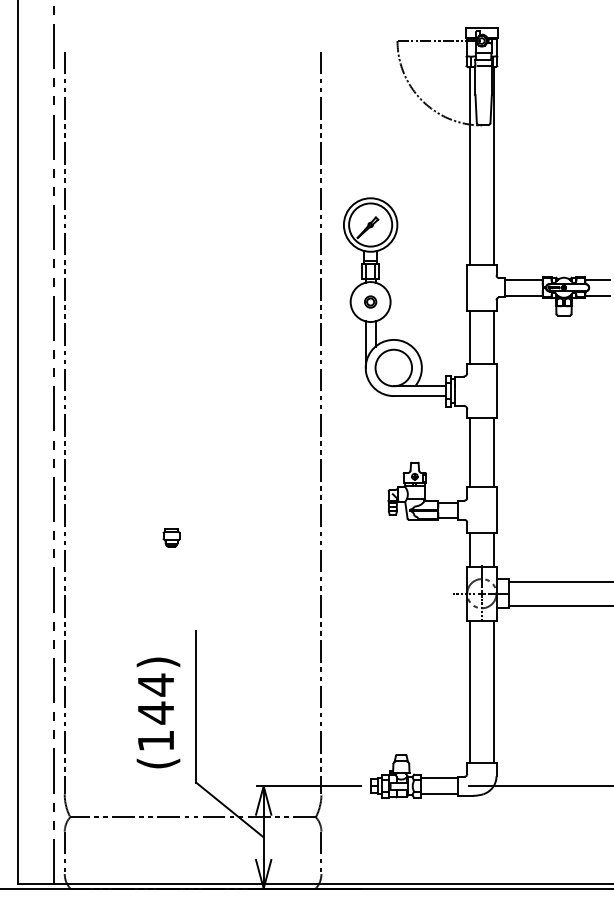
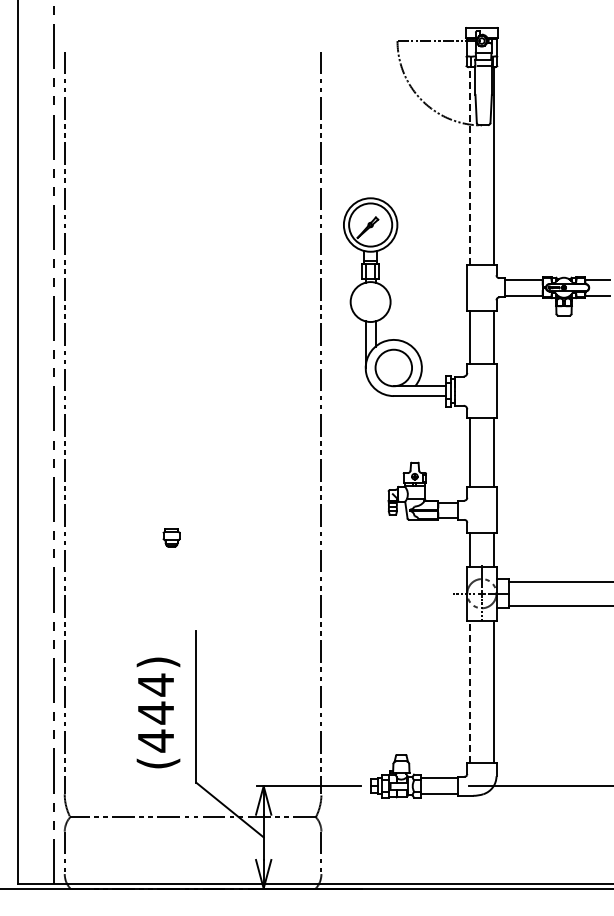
line at (469, 166): solid -> dashed
part at (370, 301): present -> none
line at (469, 691): solid -> dashed
text at (155, 740): (144) -> (444)
